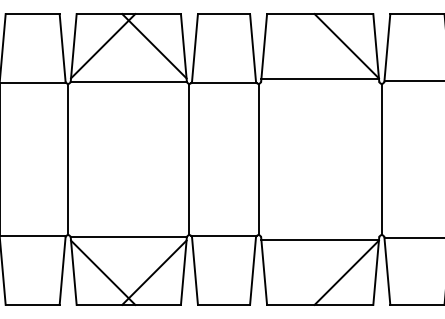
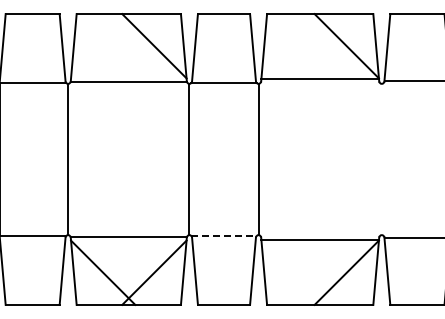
line at (103, 46): present -> none
line at (381, 159): present -> none
line at (224, 235): solid -> dashed
